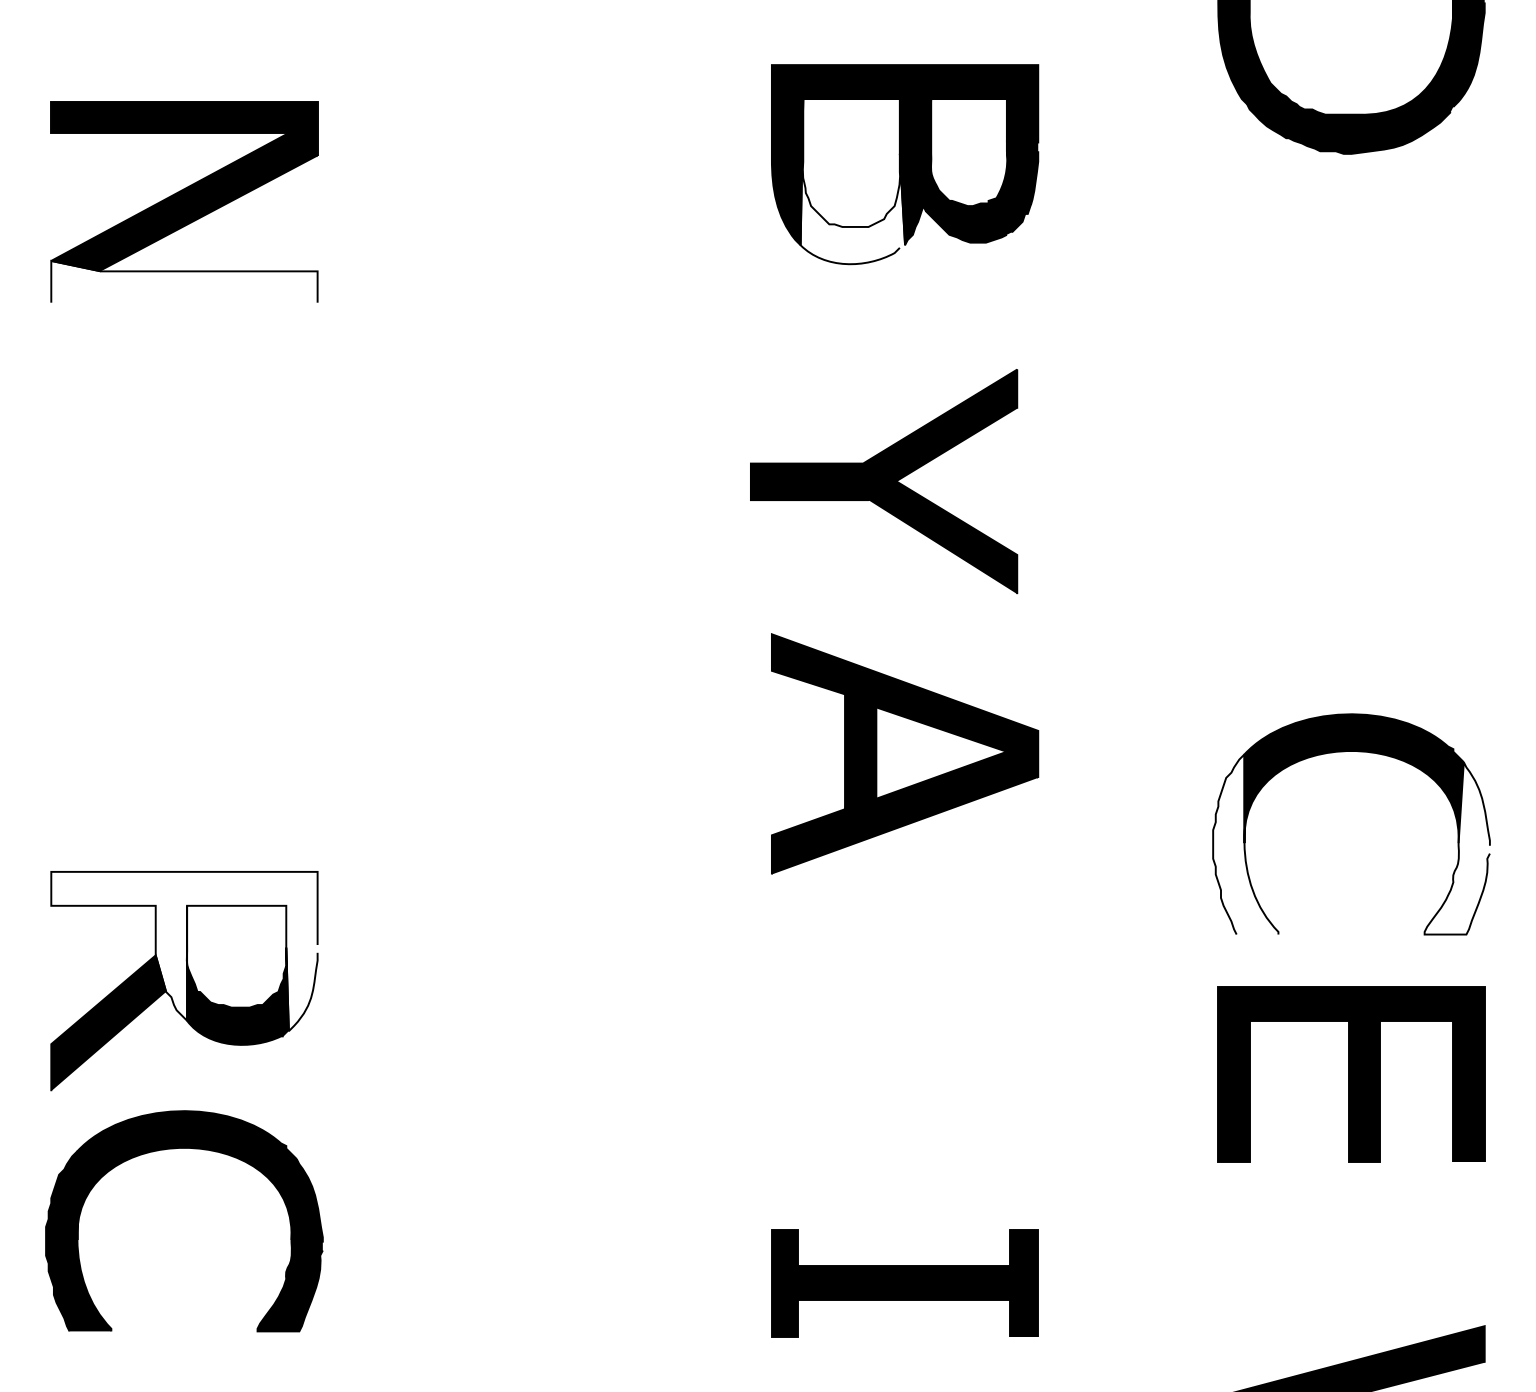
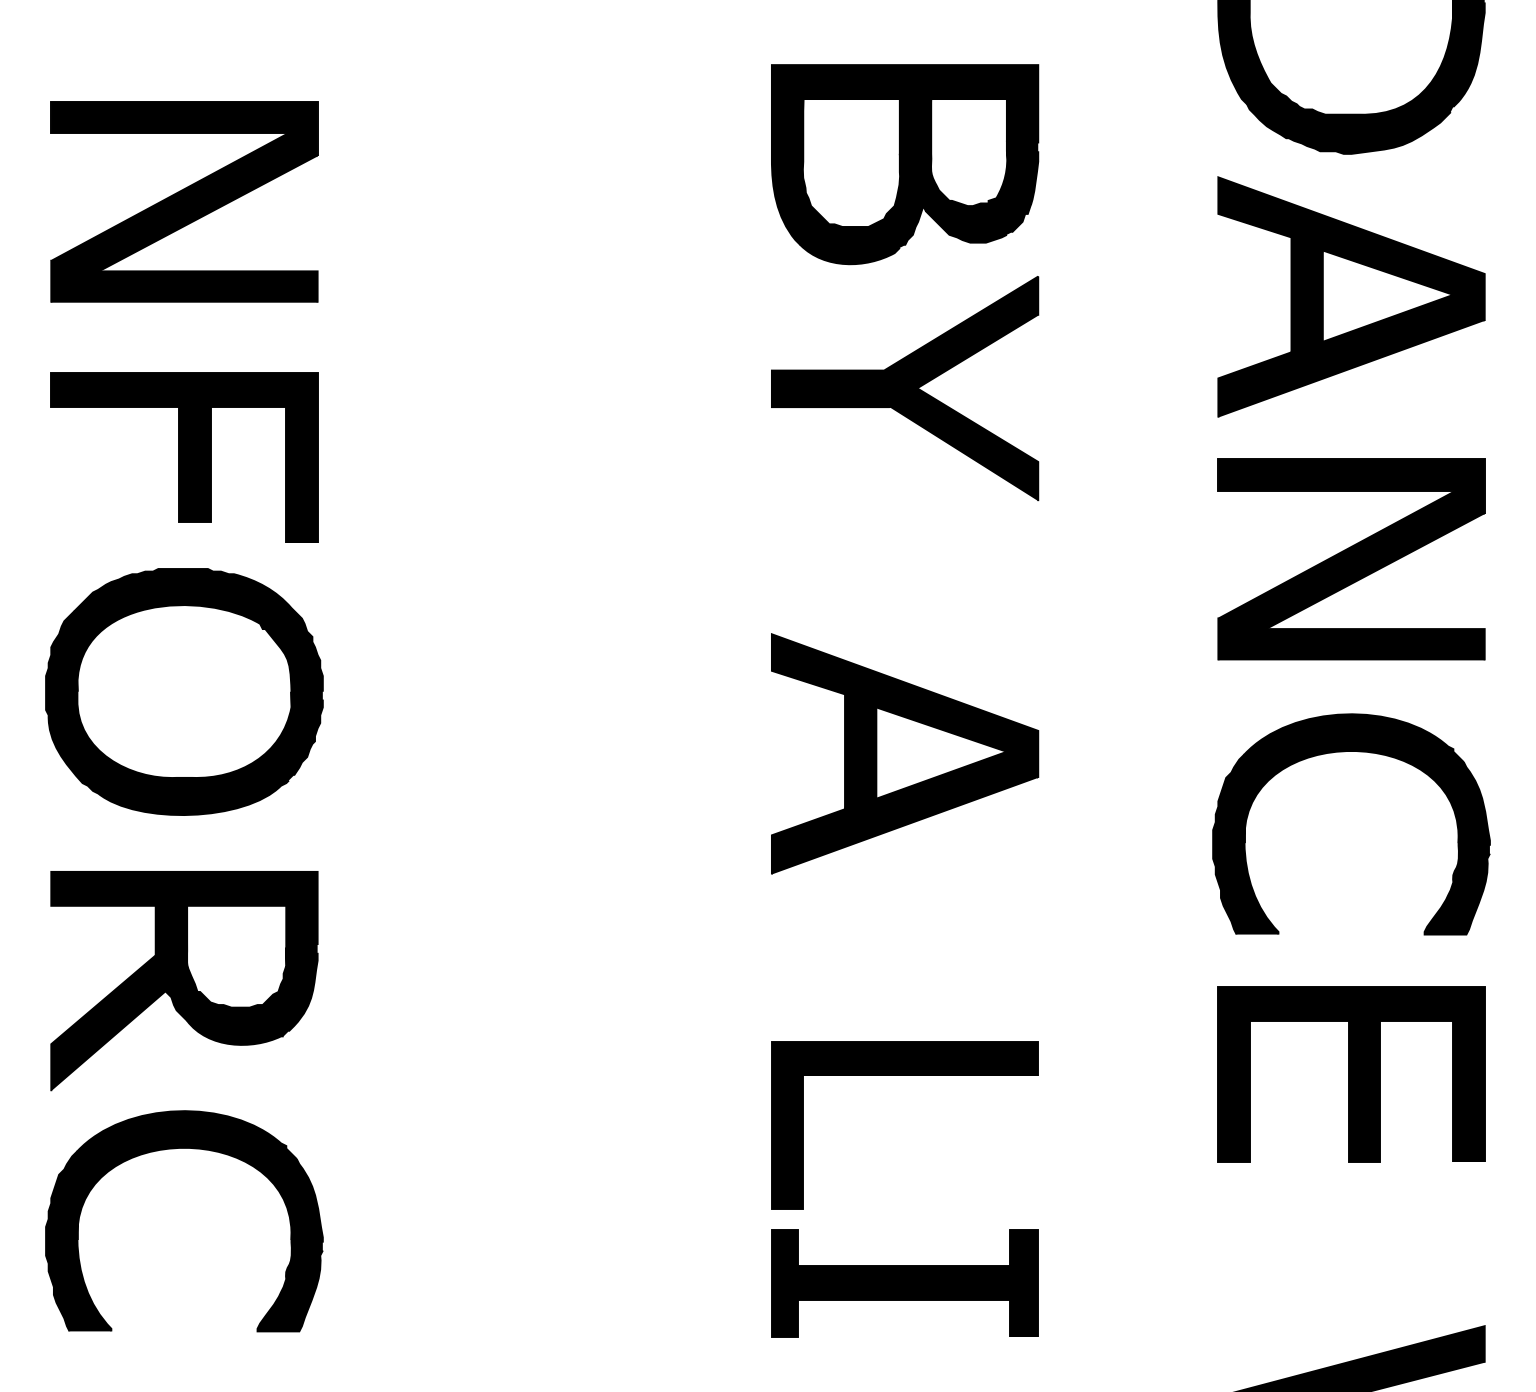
fill at (852, 181): none -> present
fill at (184, 281): none -> present
part at (1351, 296): none -> present
part at (184, 457): none -> present
part at (884, 481) position: (884, 481) -> (905, 388)
part at (1351, 559): none -> present
part at (184, 691): none -> present
fill at (1245, 844): none -> present
fill at (1456, 848): none -> present
fill at (184, 951): none -> present
part at (904, 1075): none -> present
